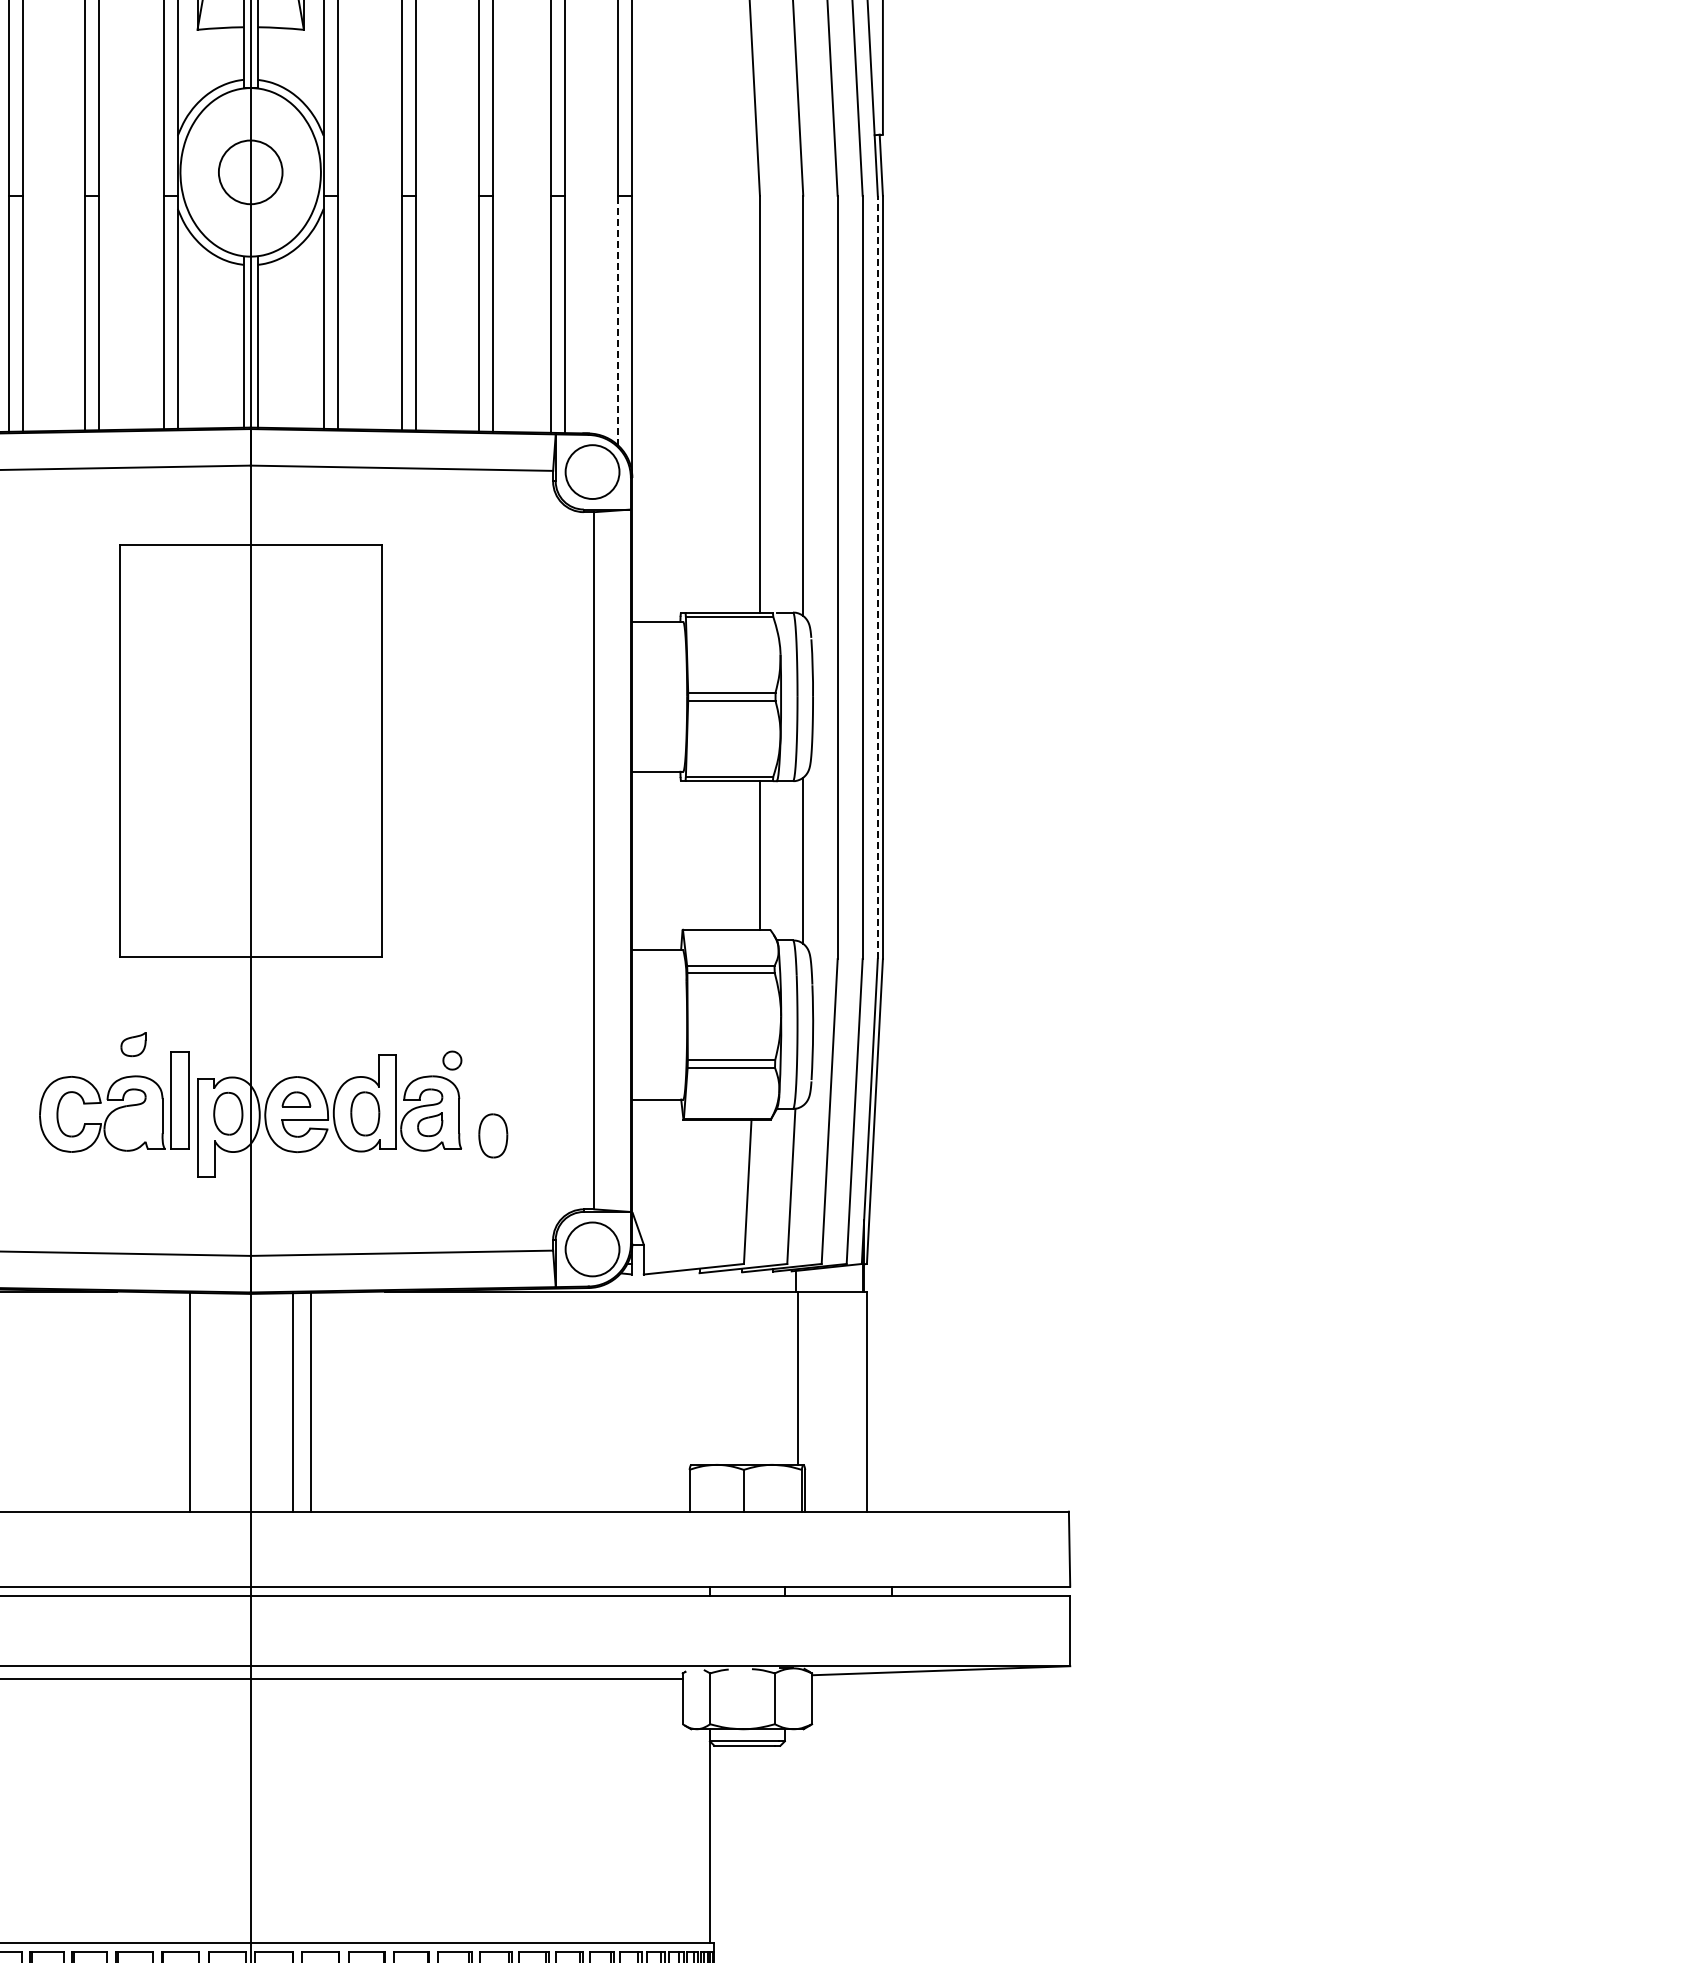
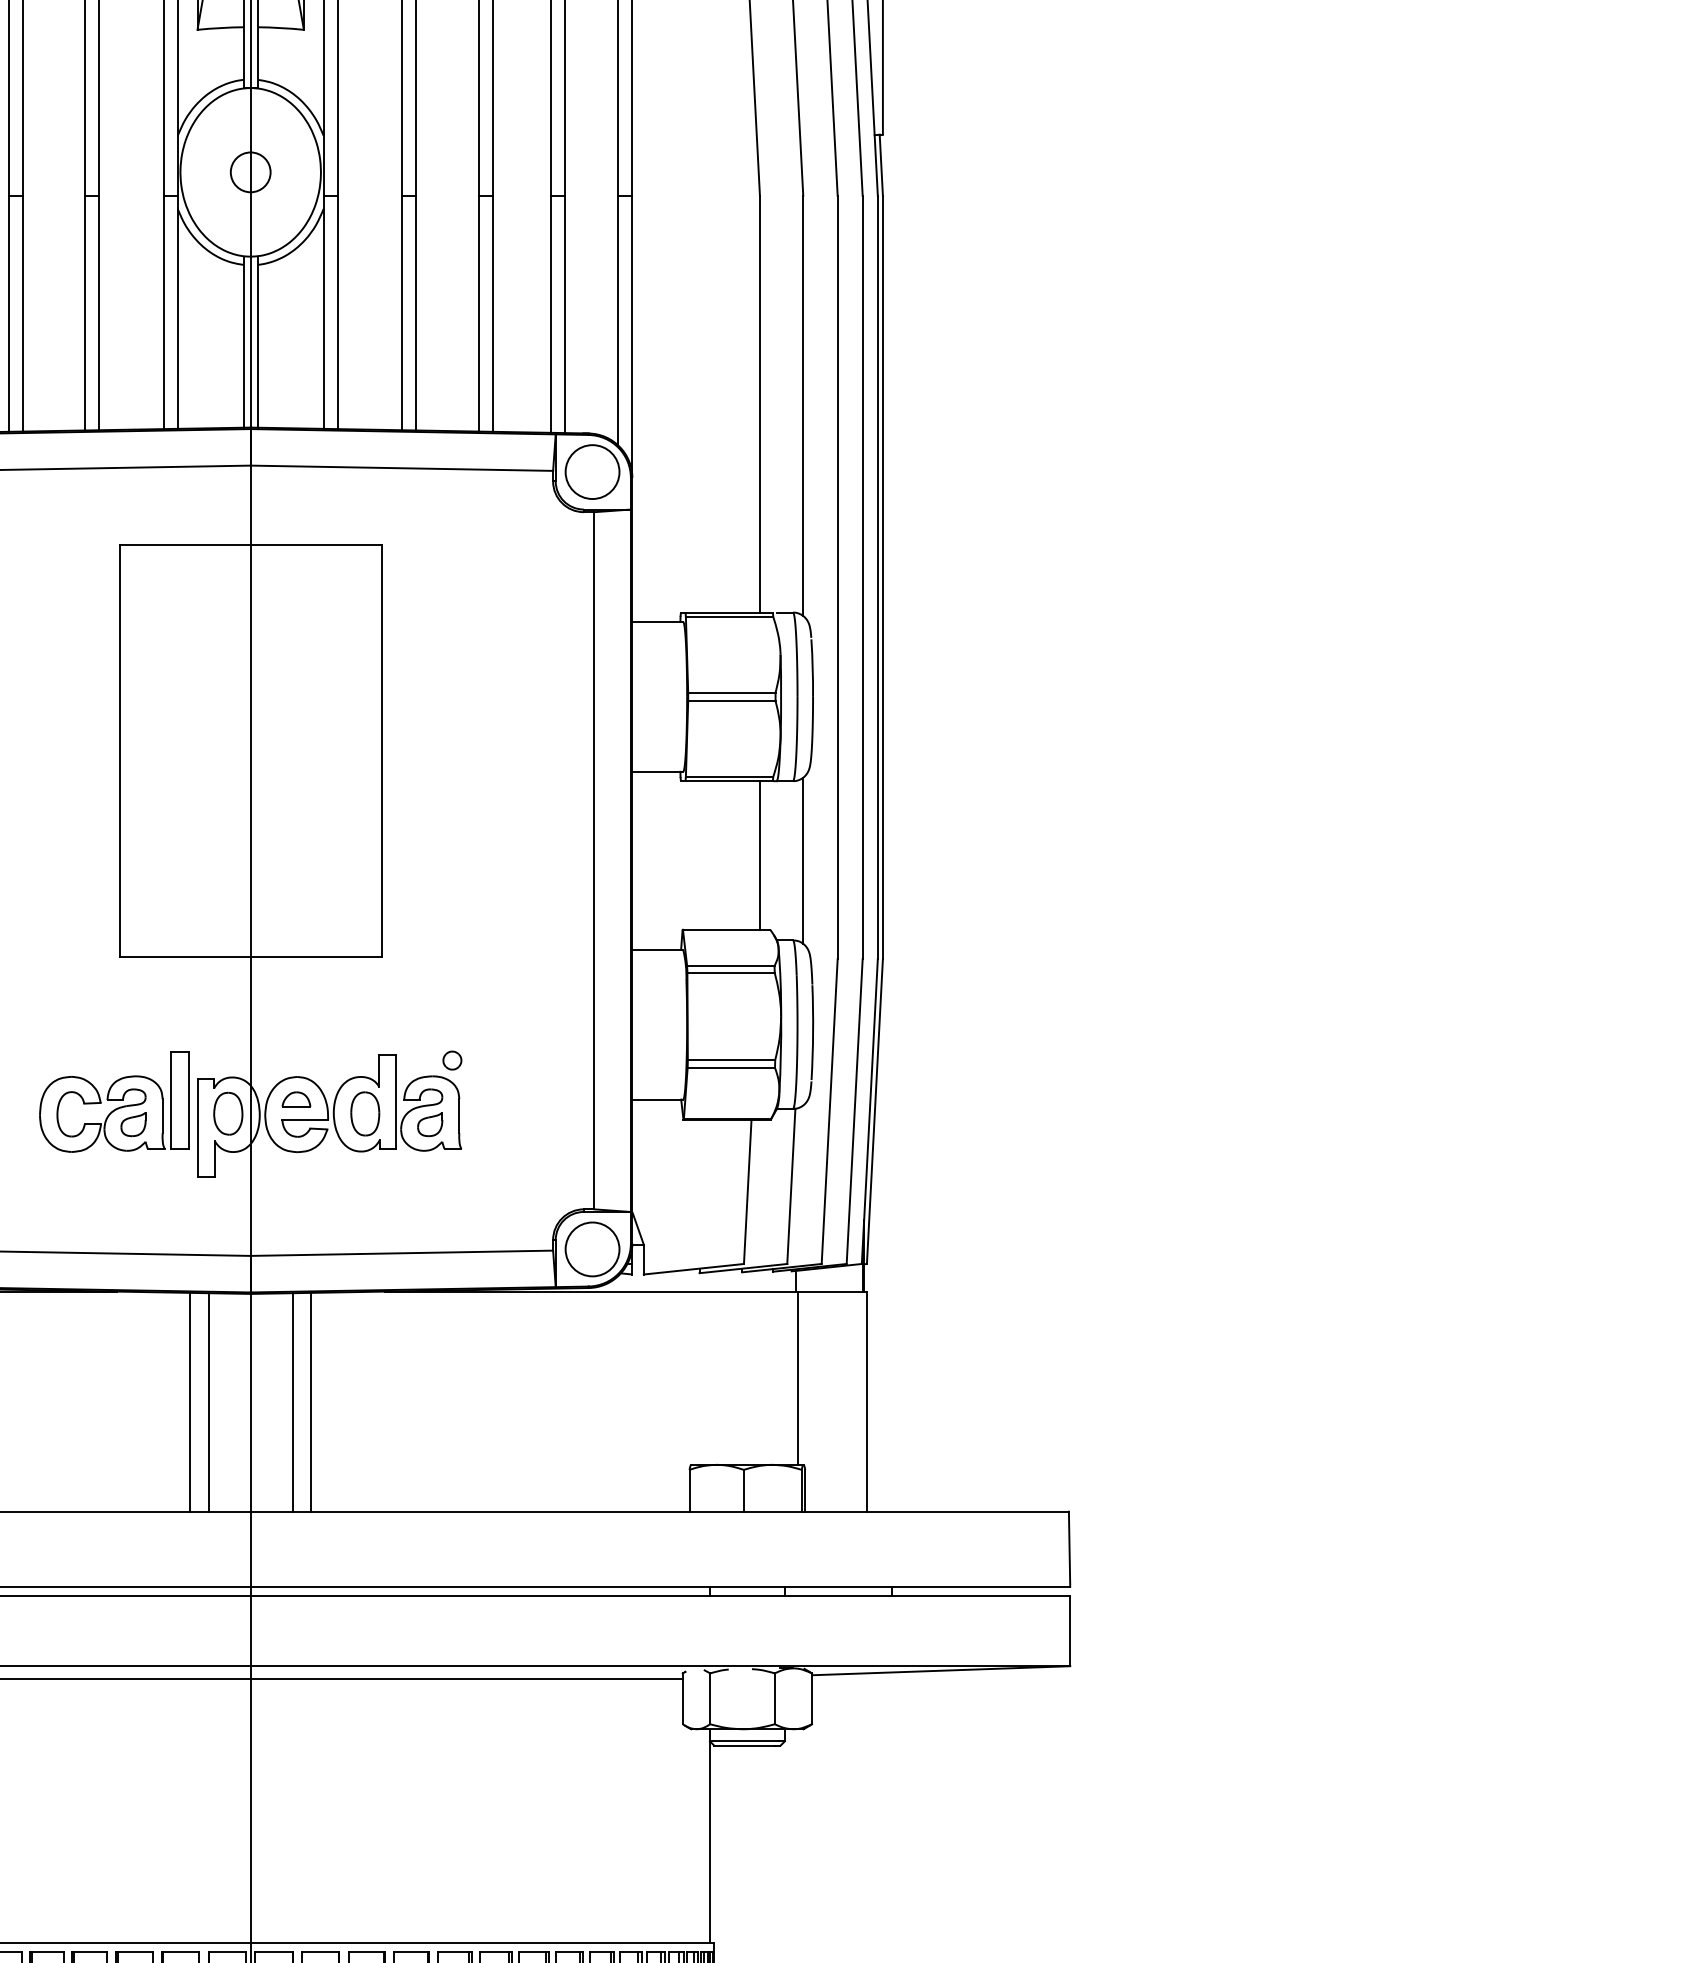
circle at (250, 172) diameter: 64 px -> 40 px
line at (618, 320): dashed -> solid
line at (877, 577): dashed -> solid
part at (133, 1044) position: (133, 1044) -> (133, 1124)
part at (493, 1135): present -> none
line at (208, 1402): none -> present
